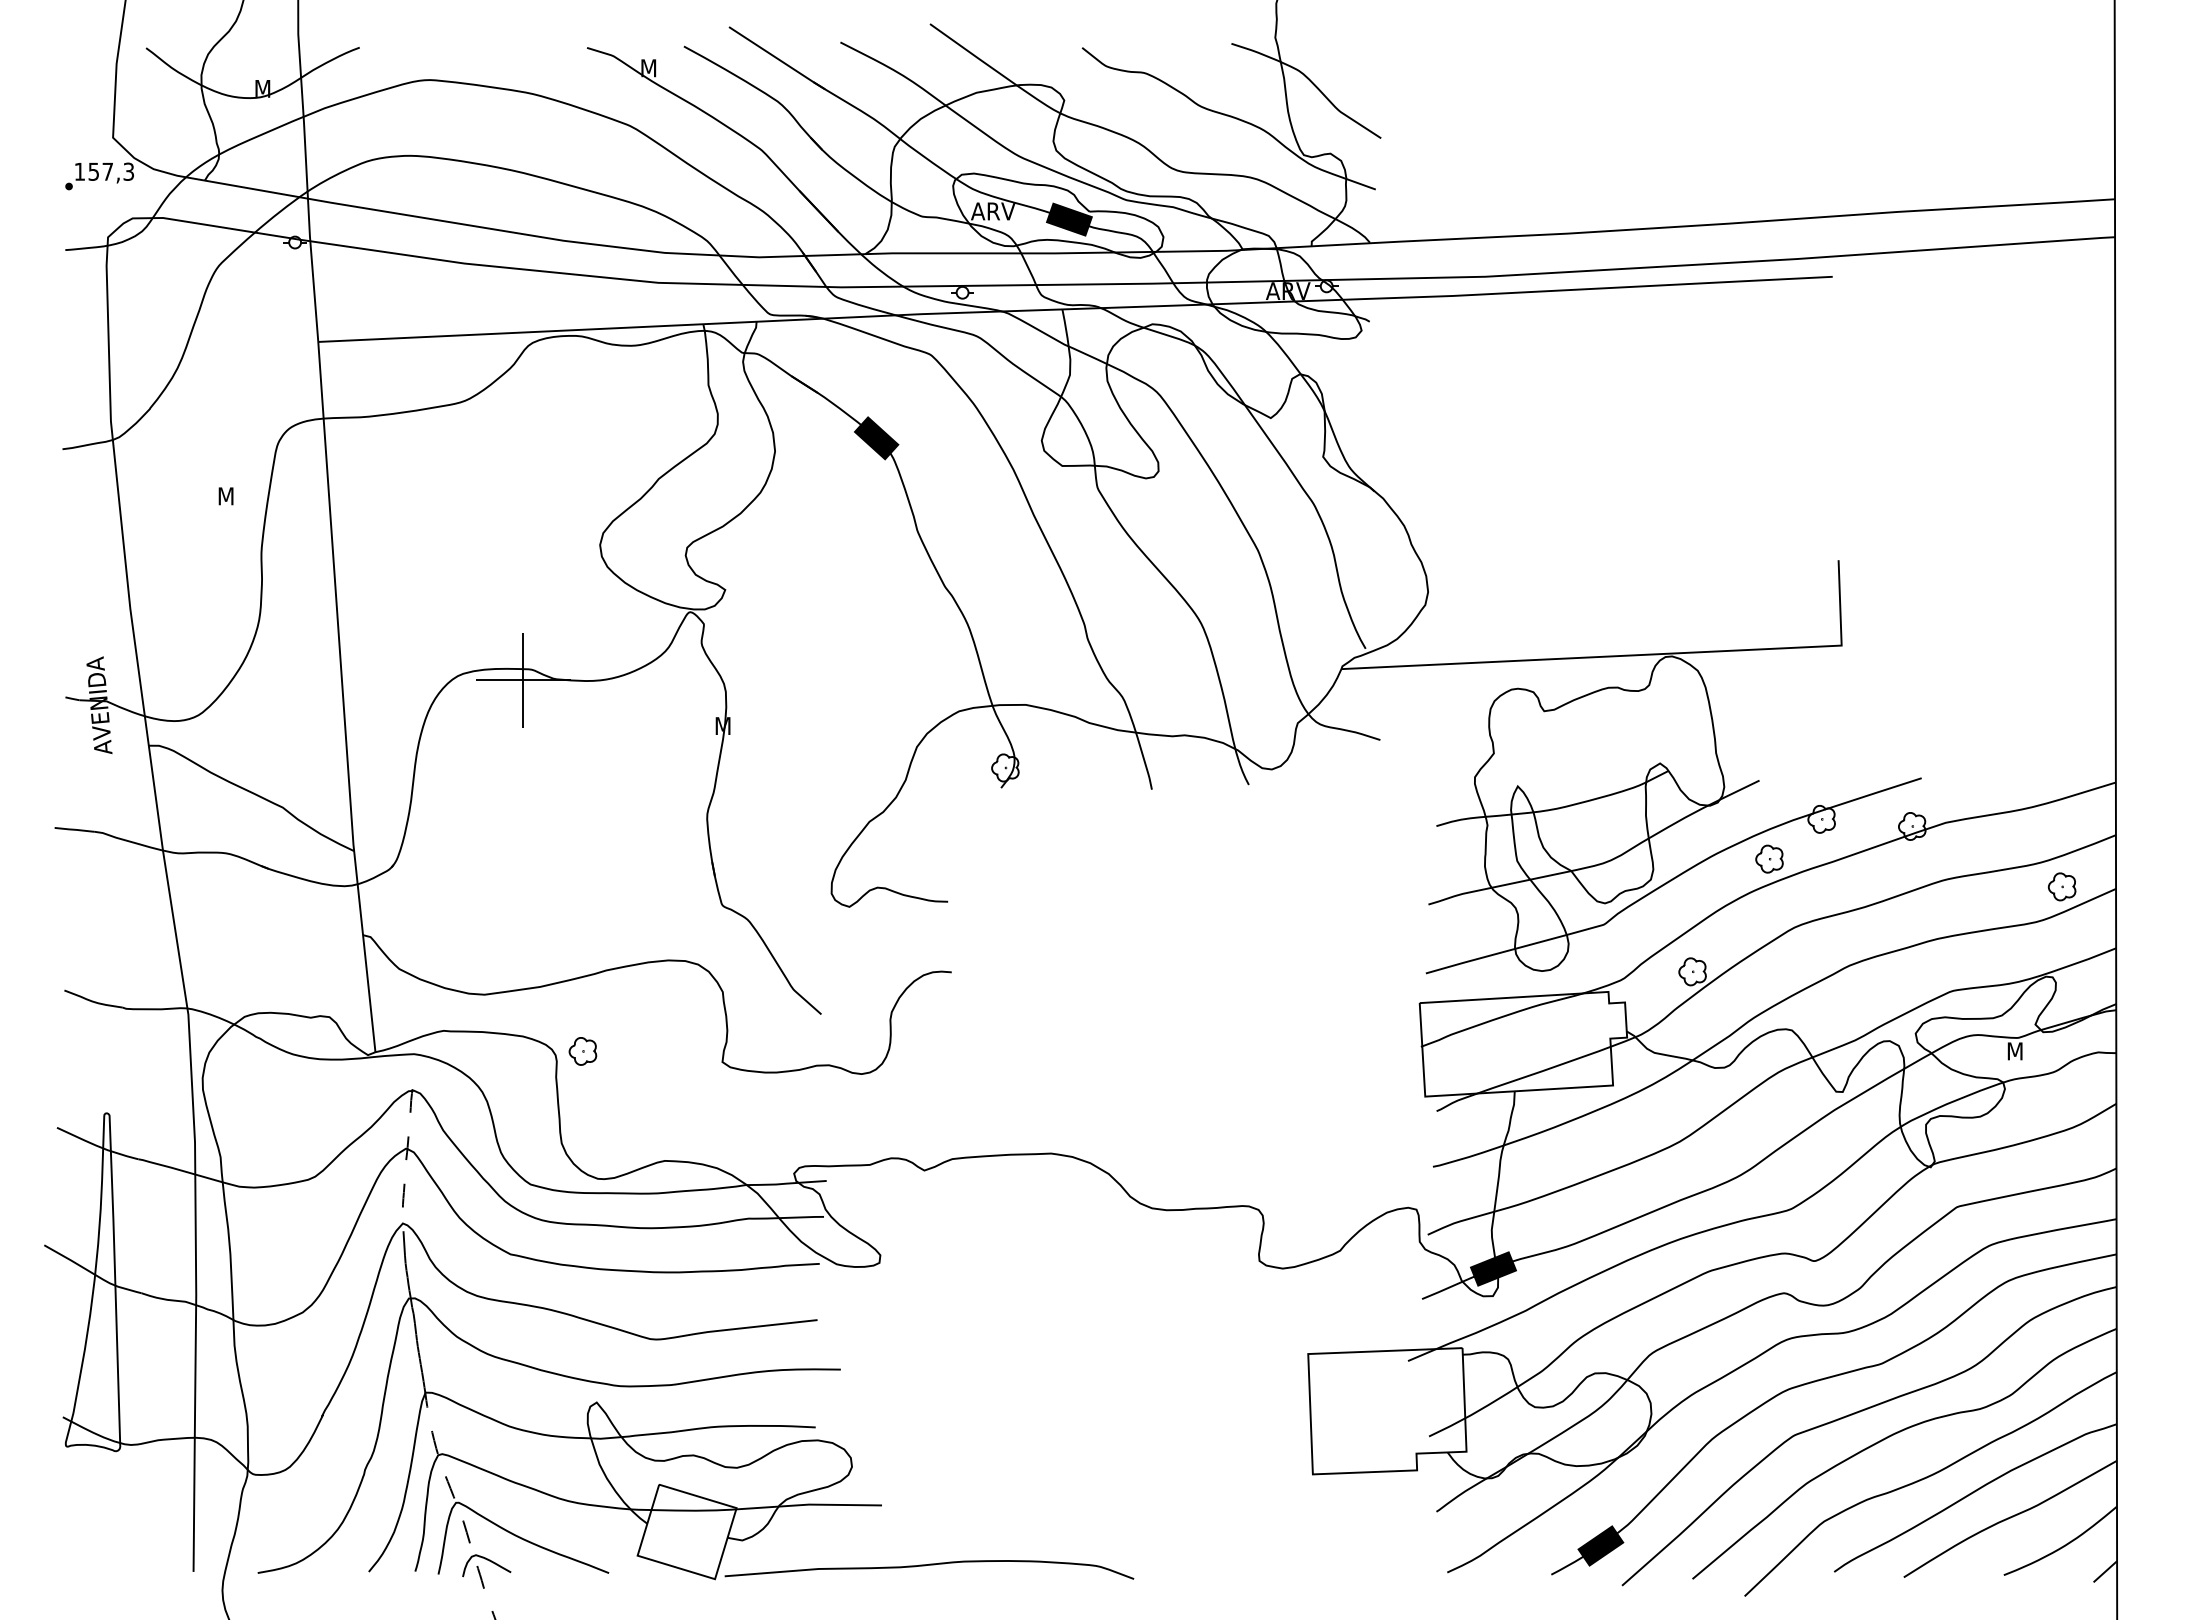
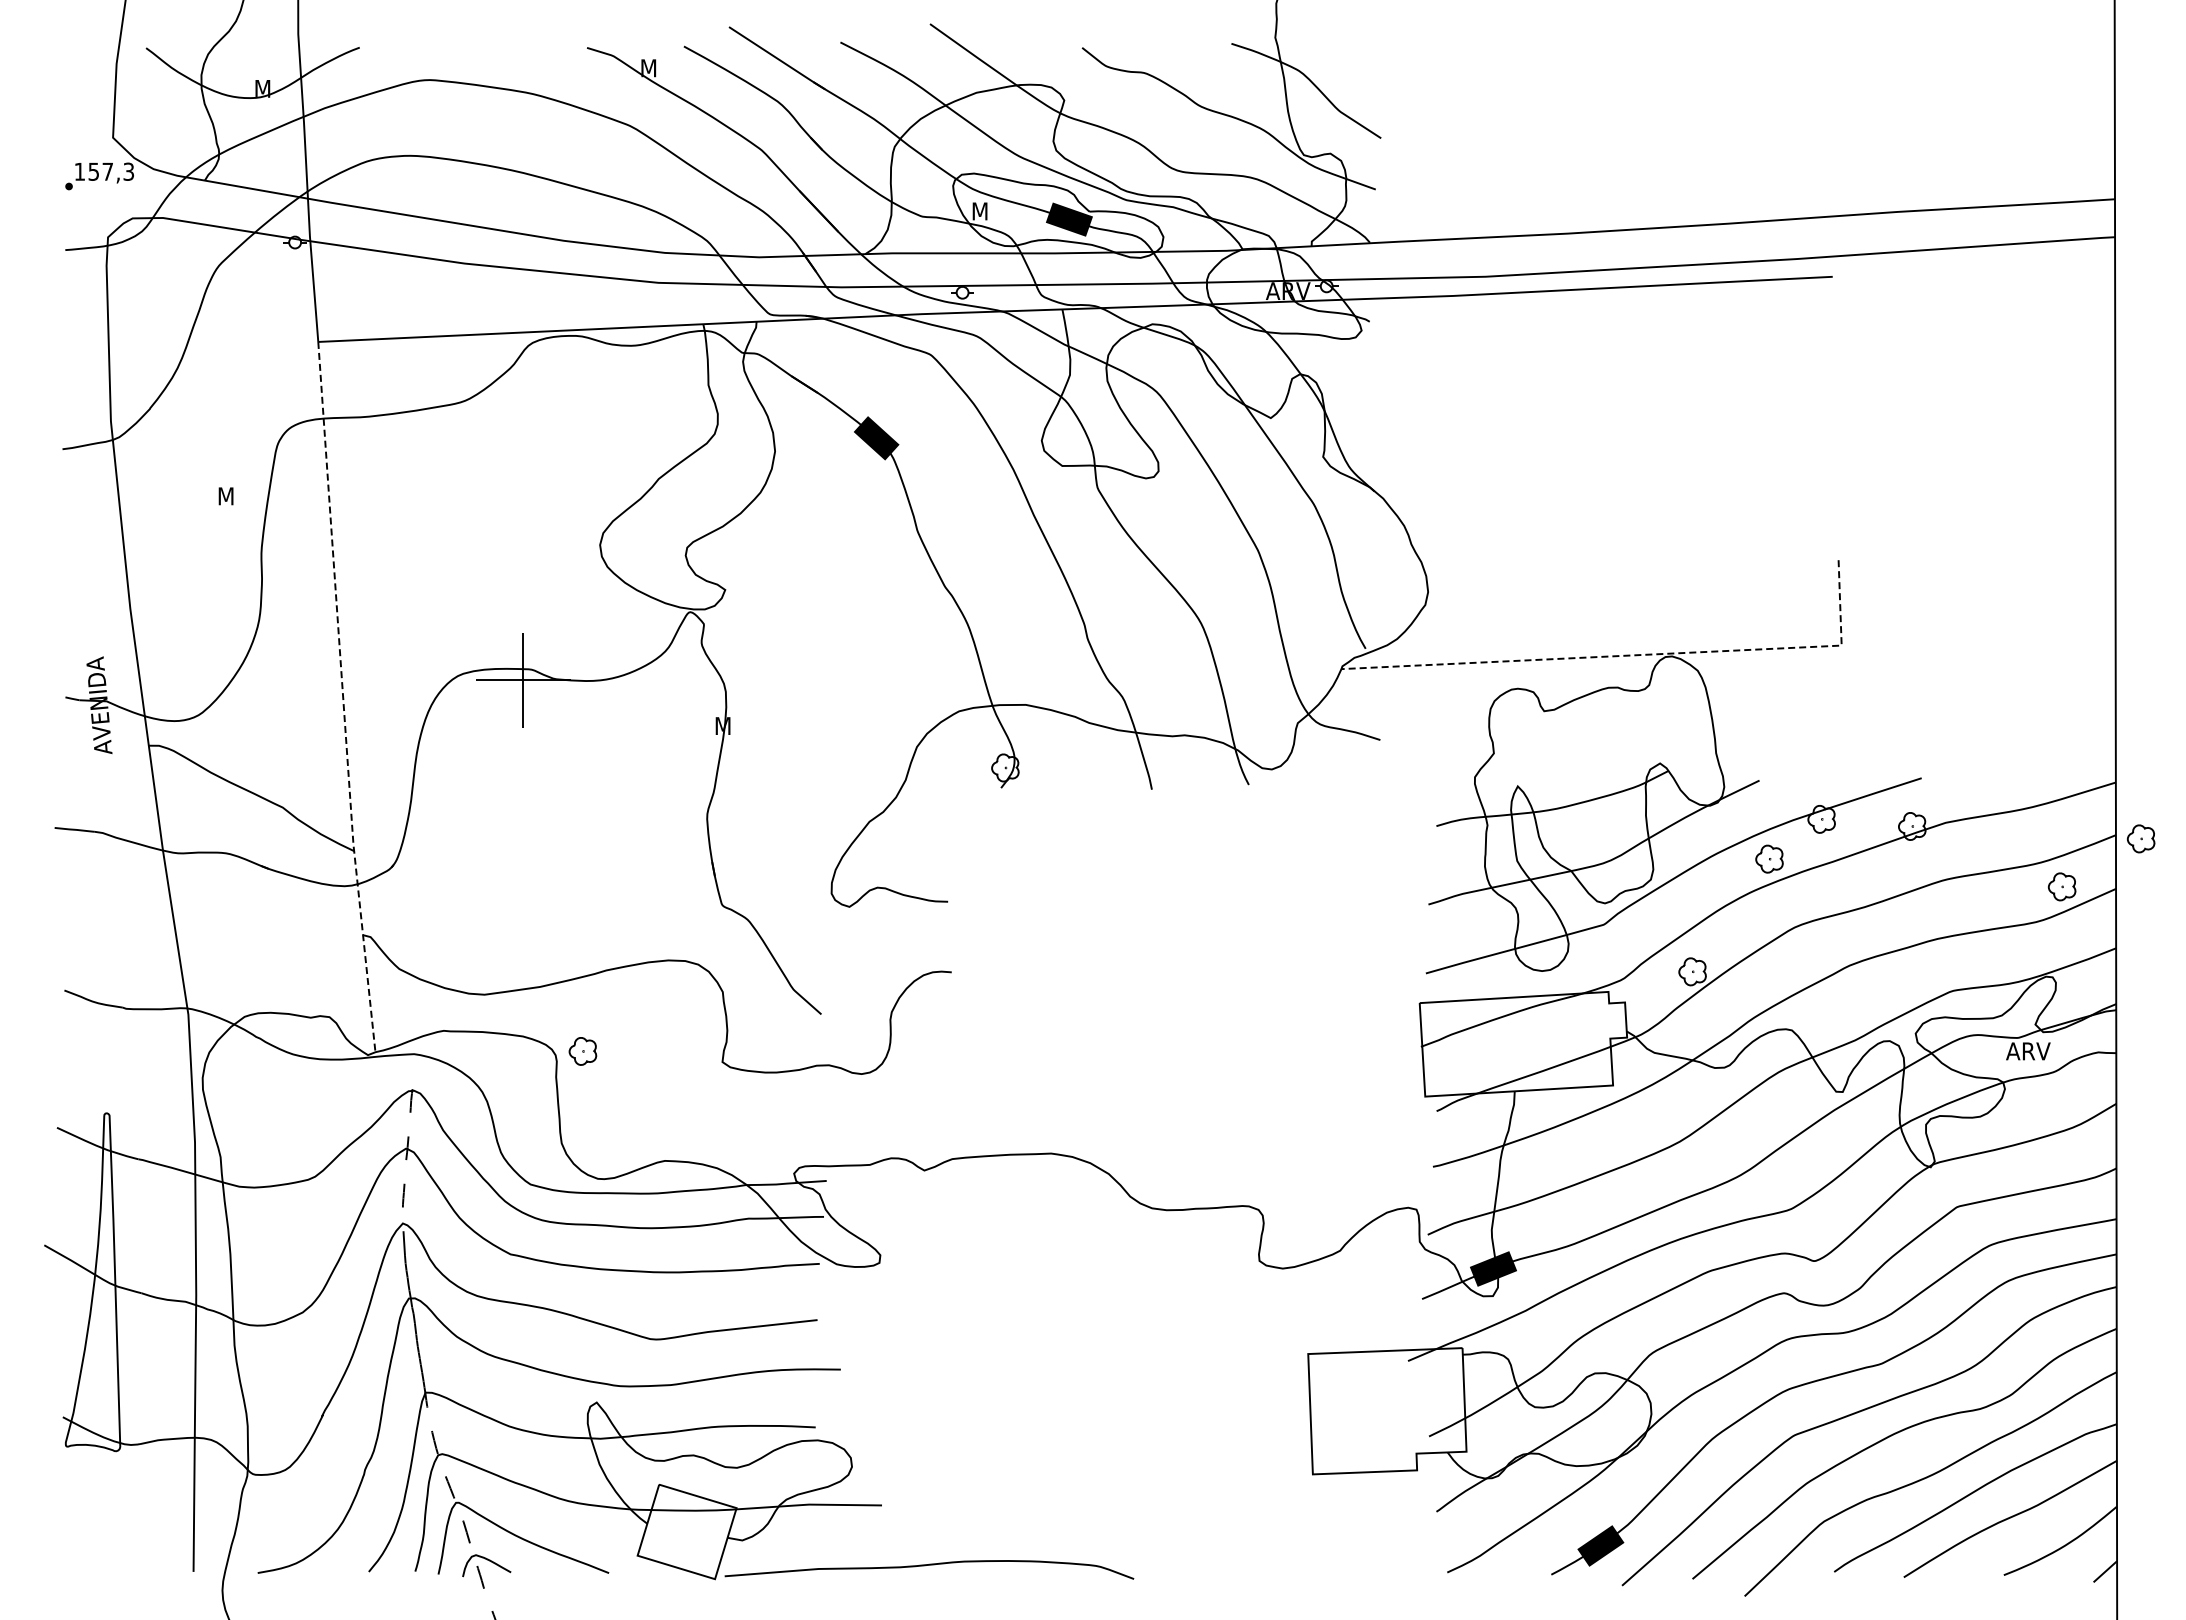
text at (993, 211): ARV -> M
line at (1634, 655): solid -> dashed
line at (343, 698): solid -> dashed
part at (2140, 838): none -> present
text at (2028, 1051): M -> ARV
